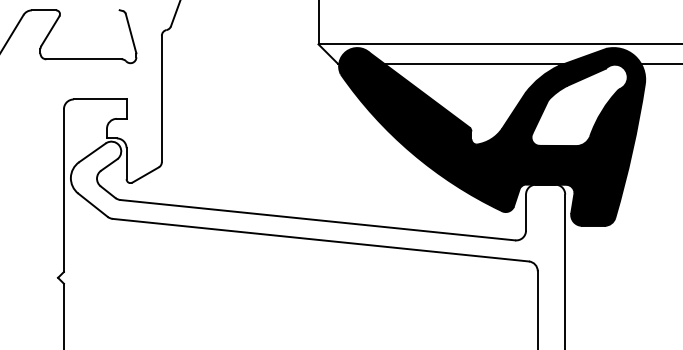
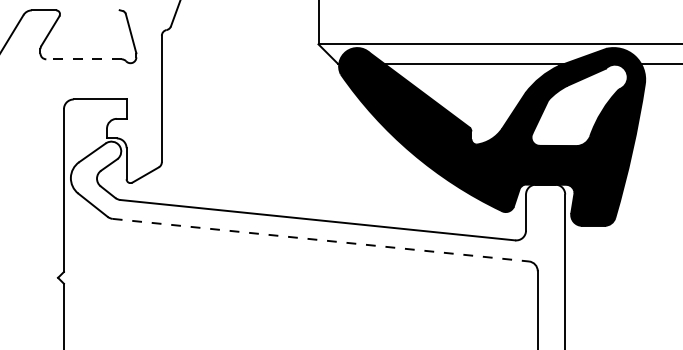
line at (84, 59): solid -> dashed
line at (321, 240): solid -> dashed
